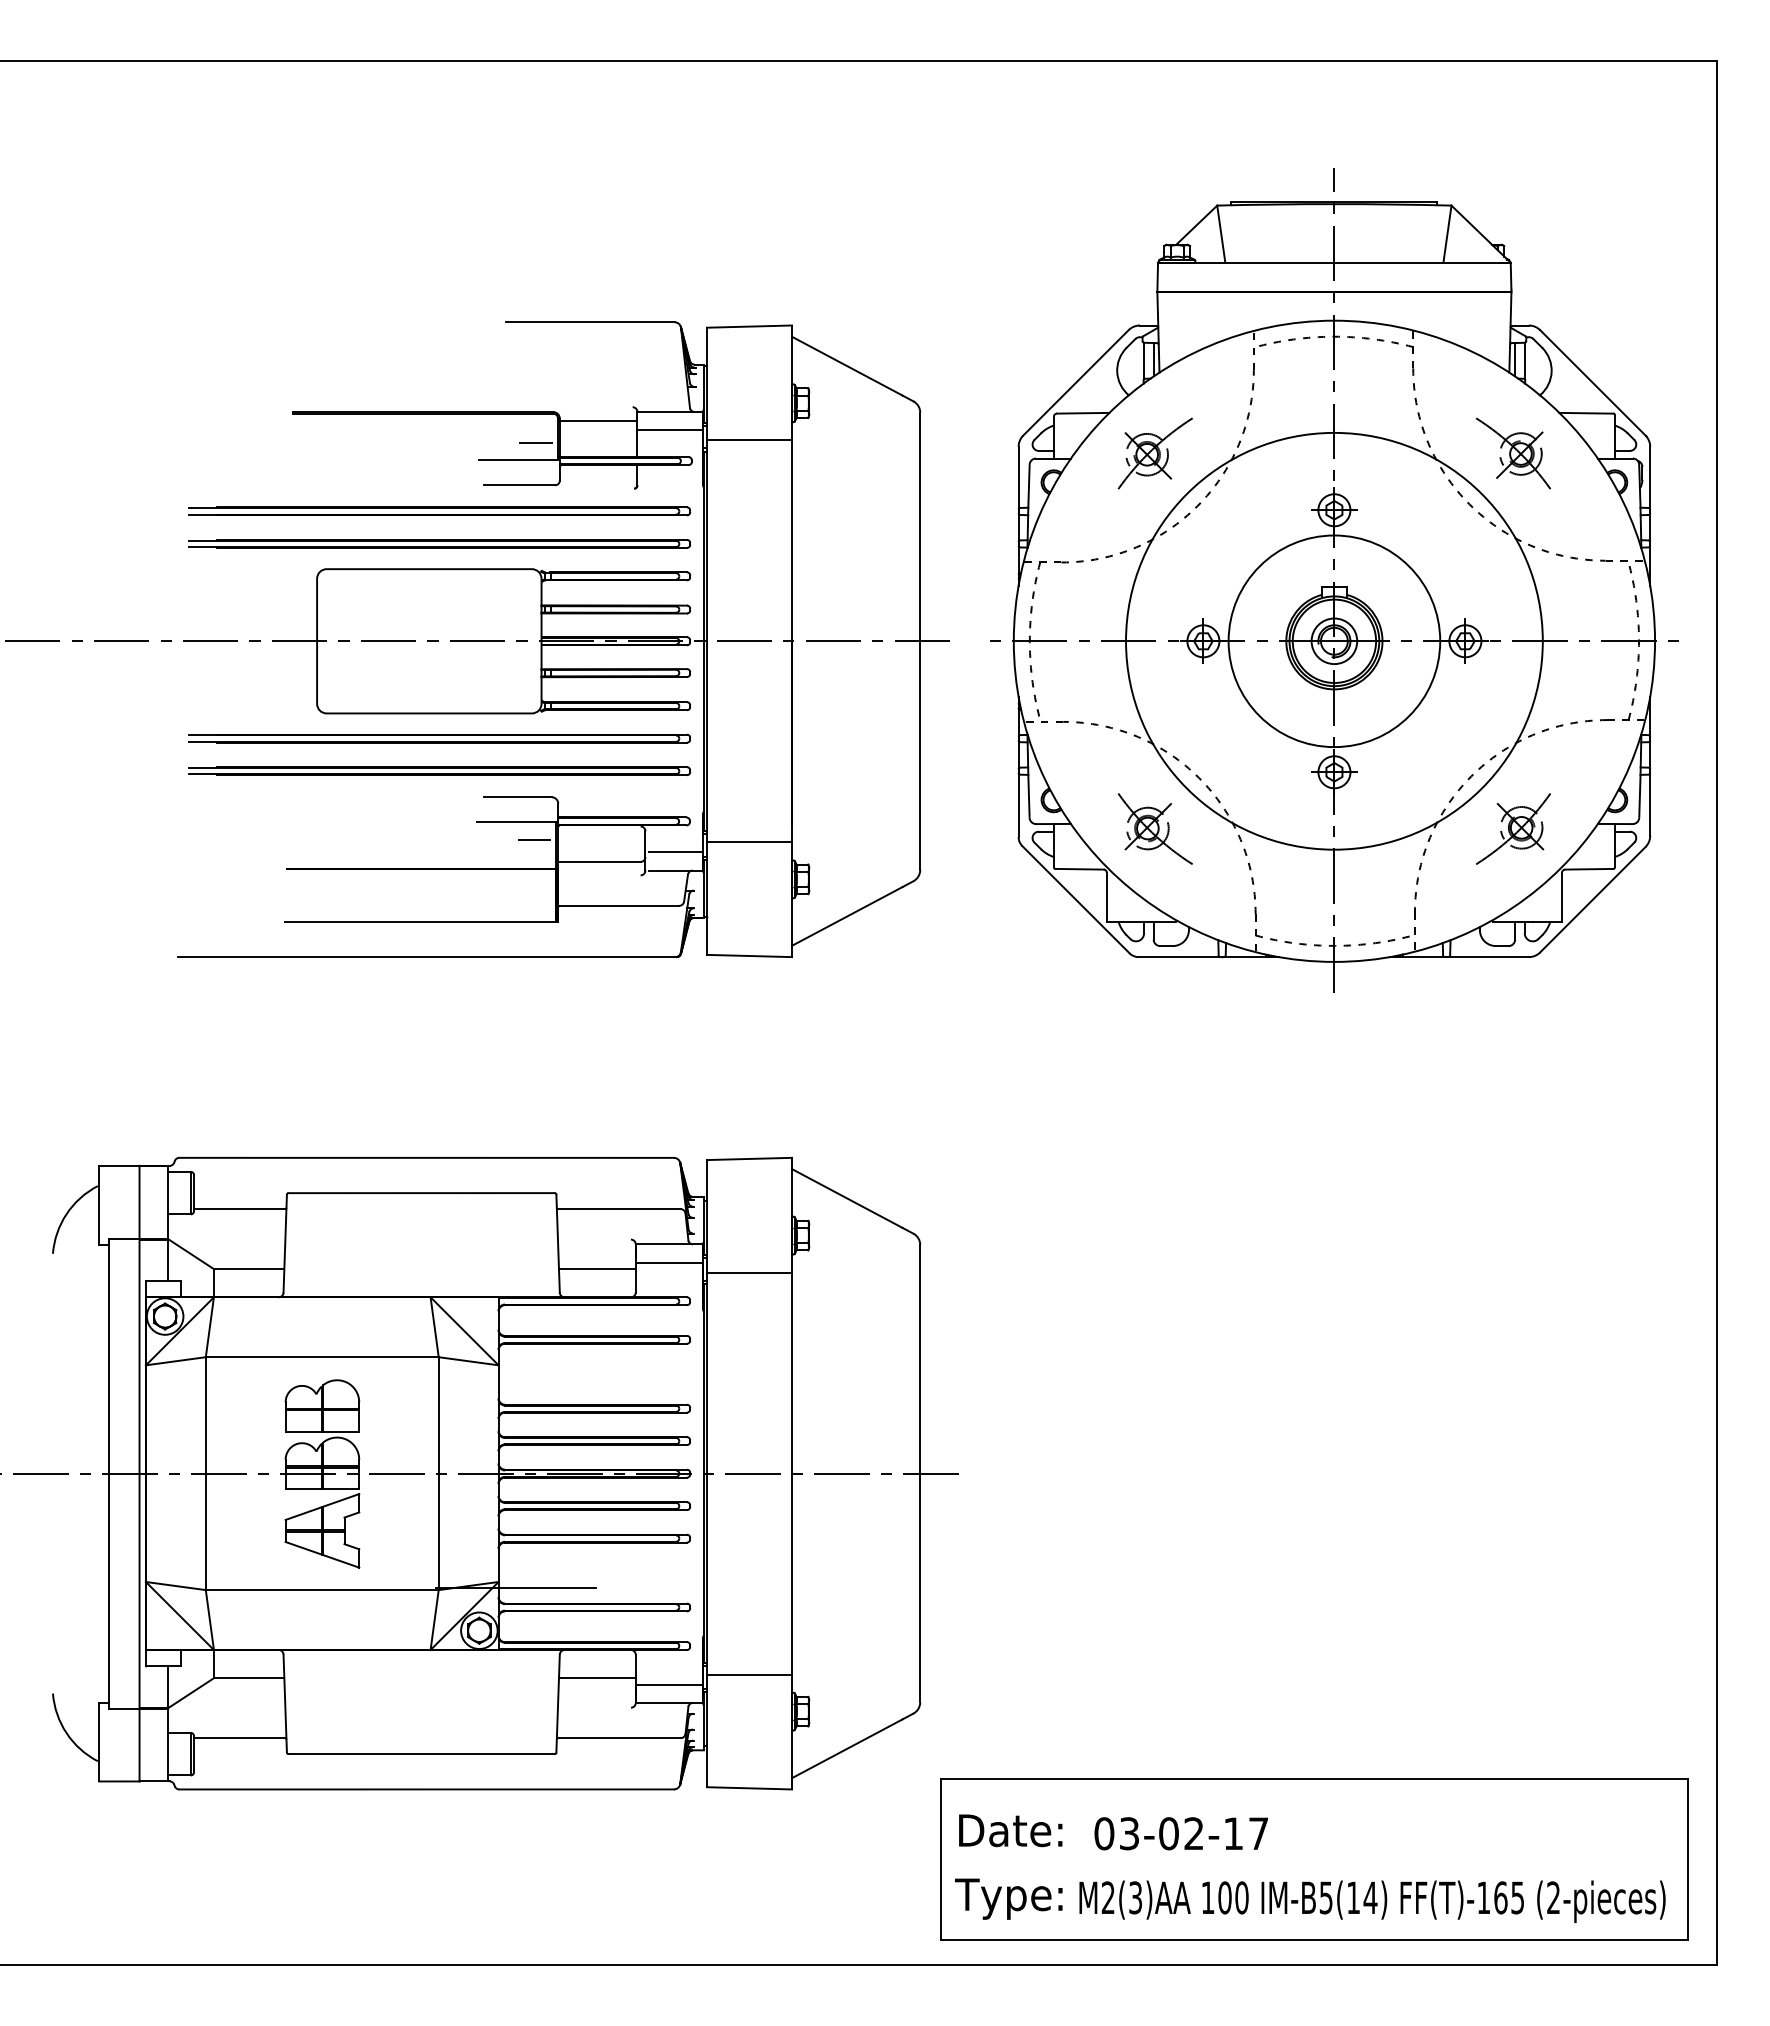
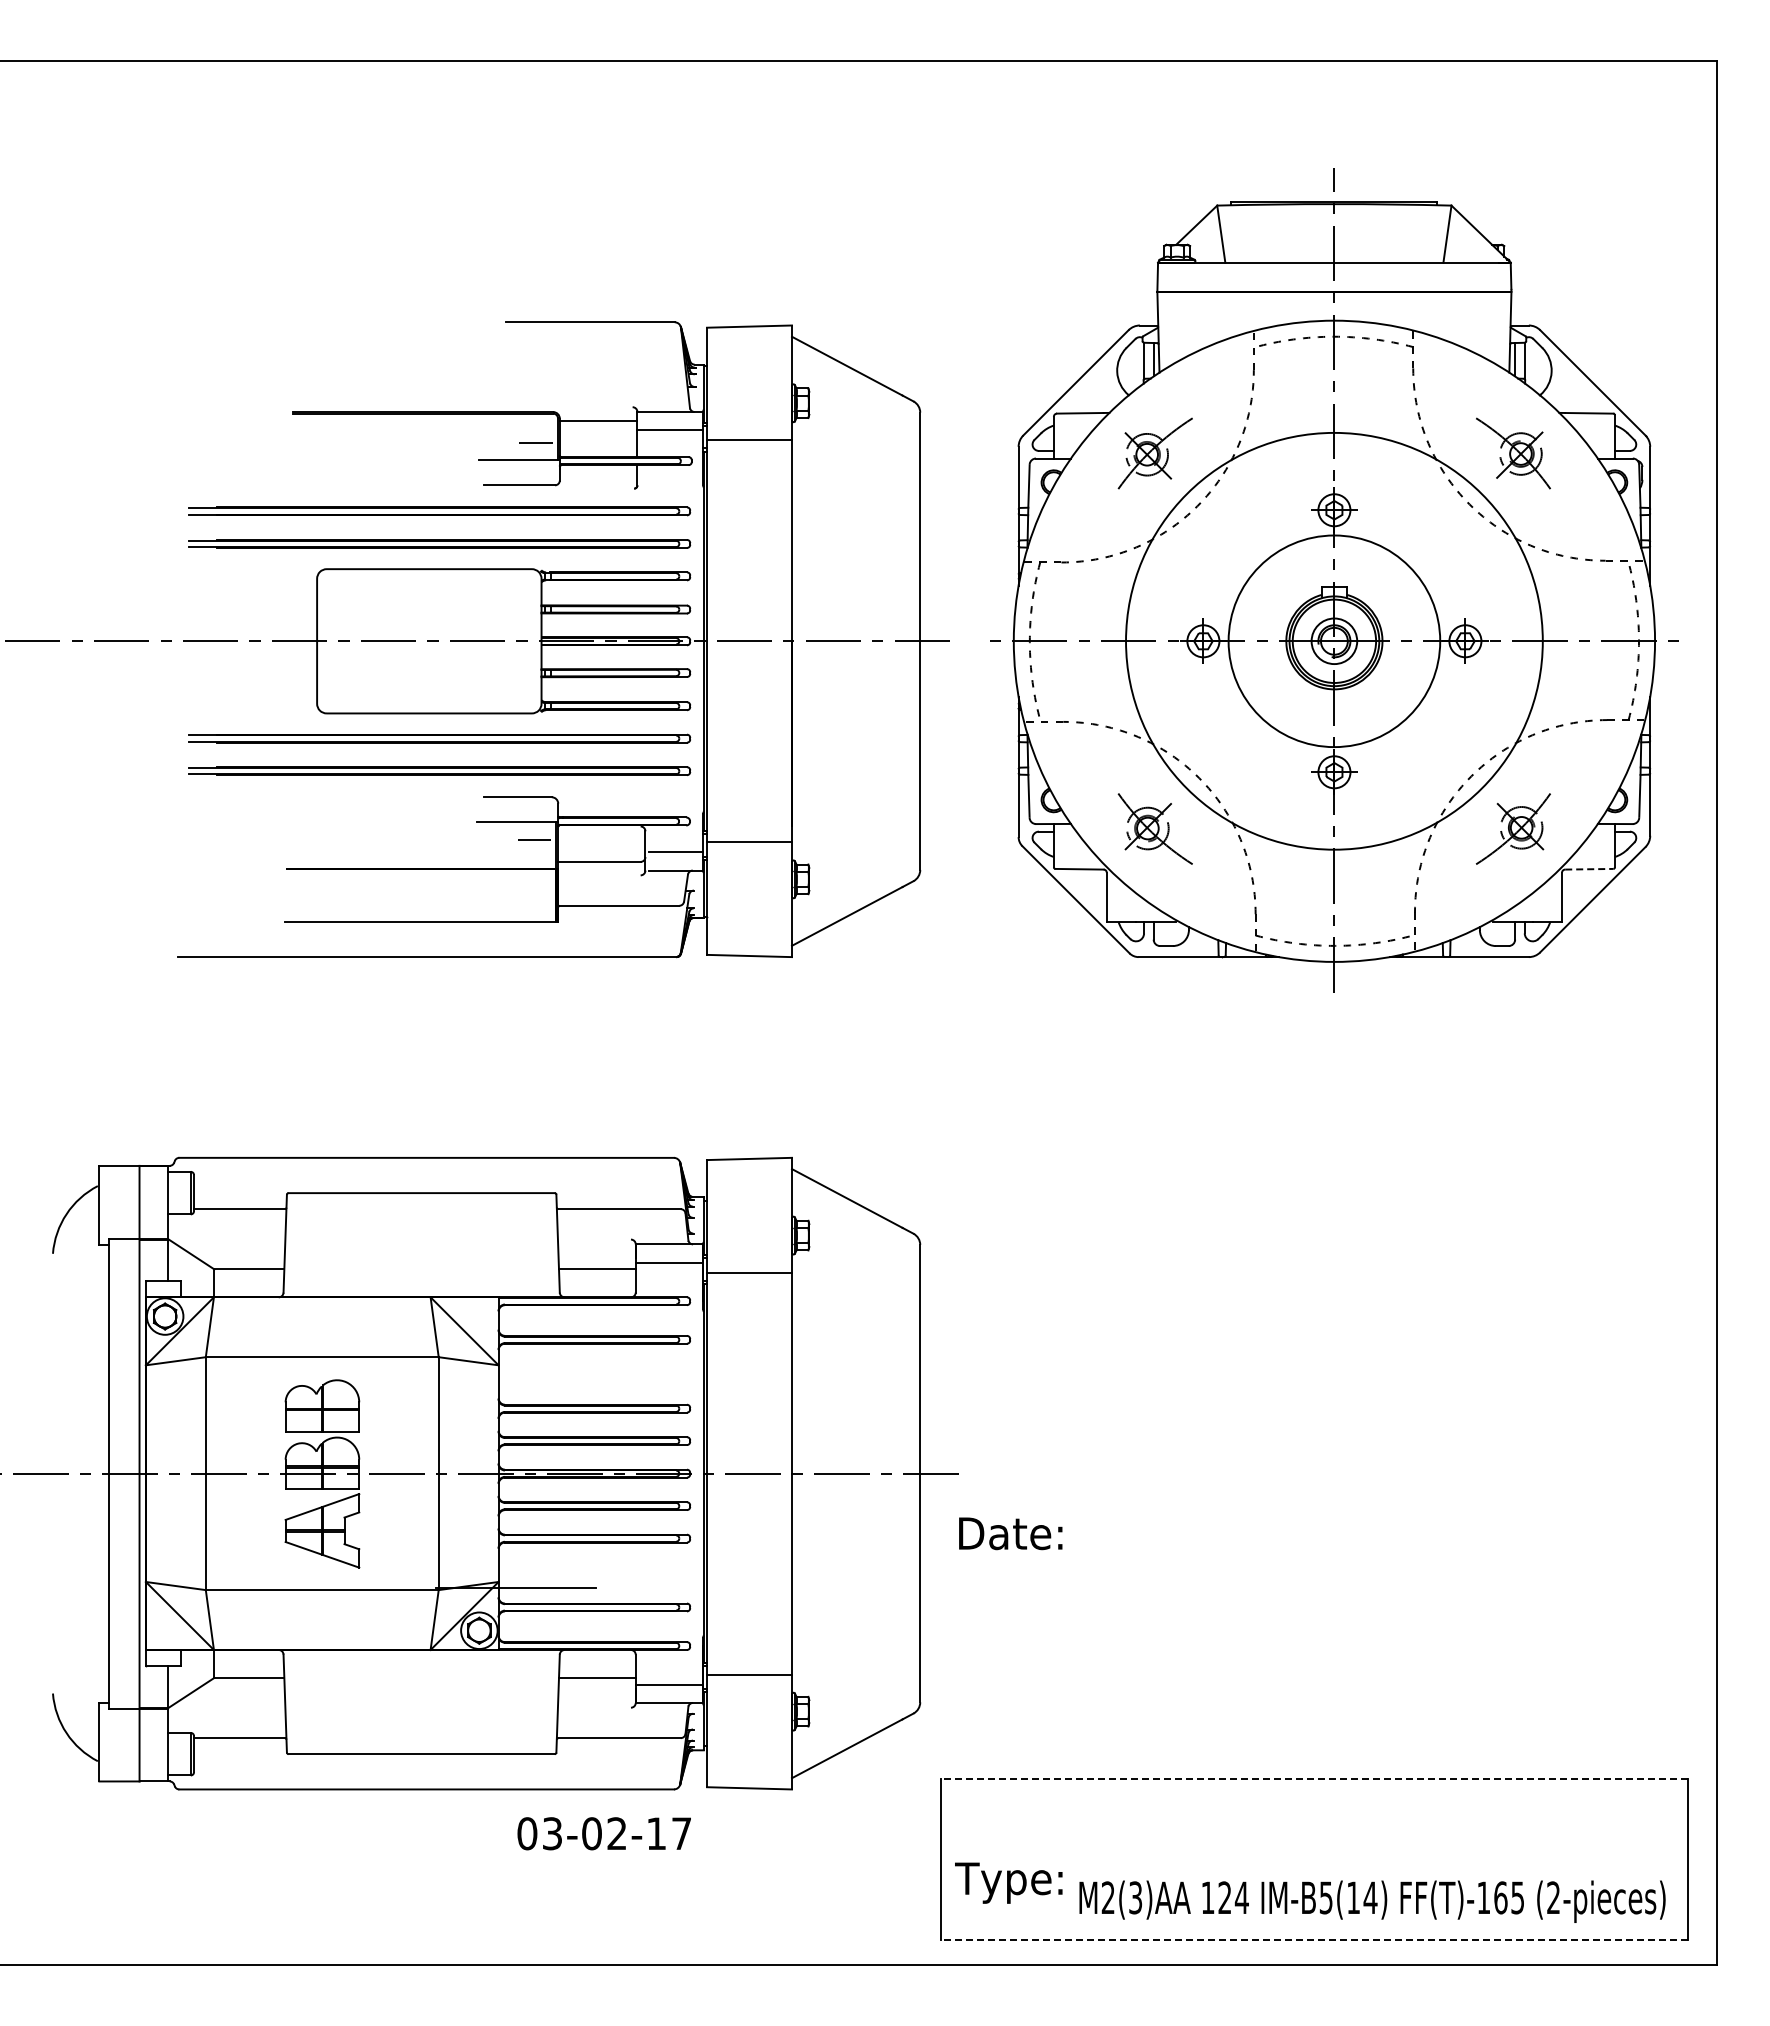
line at (1589, 869): solid -> dashed
line at (1314, 1779): solid -> dashed
text at (1010, 1830) position: (1010, 1830) -> (1010, 1533)
text at (1180, 1833) position: (1180, 1833) -> (603, 1833)
text at (1233, 1897): 100 -> 124
text at (1008, 1898) position: (1008, 1898) -> (1008, 1882)
line at (1314, 1939): solid -> dashed
